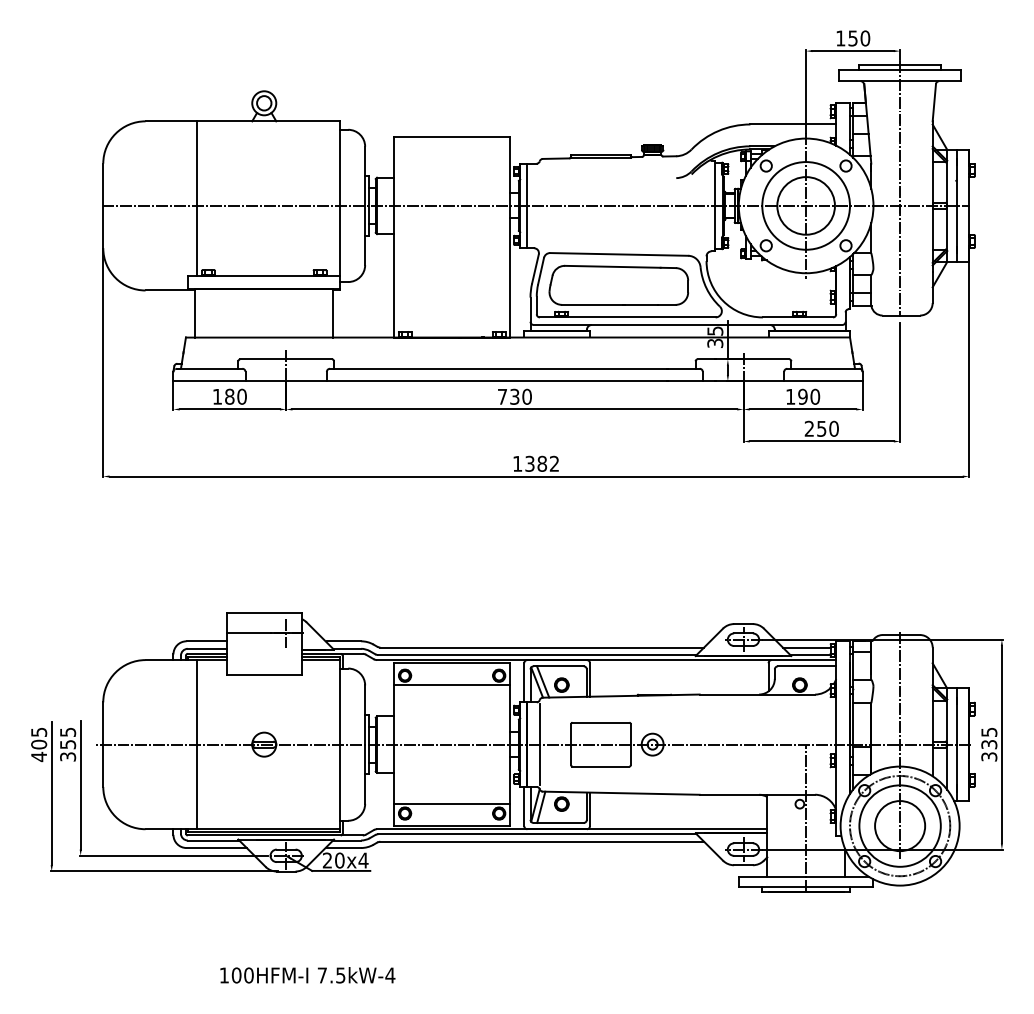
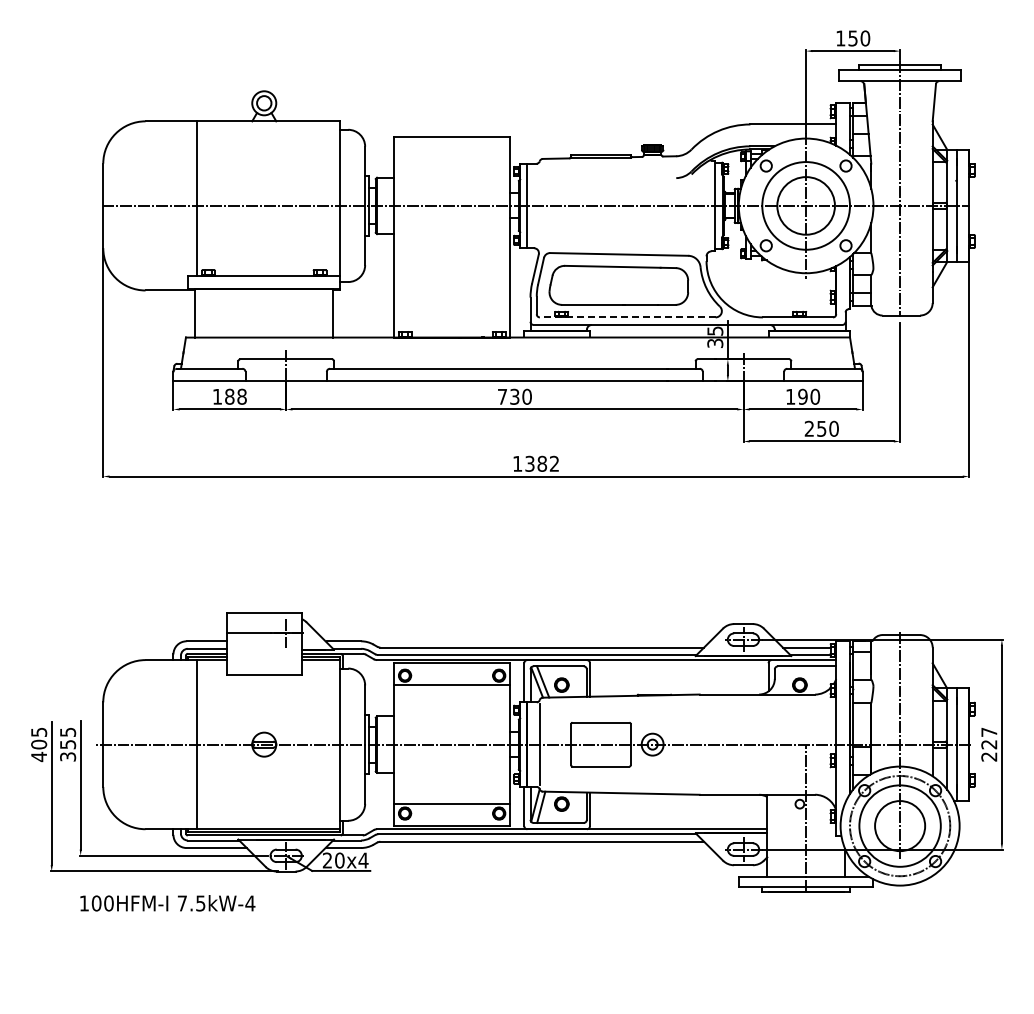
line at (627, 317): solid -> dashed
text at (241, 396): 180 -> 188
text at (989, 744): 335 -> 227
text at (307, 975) position: (307, 975) -> (167, 903)
